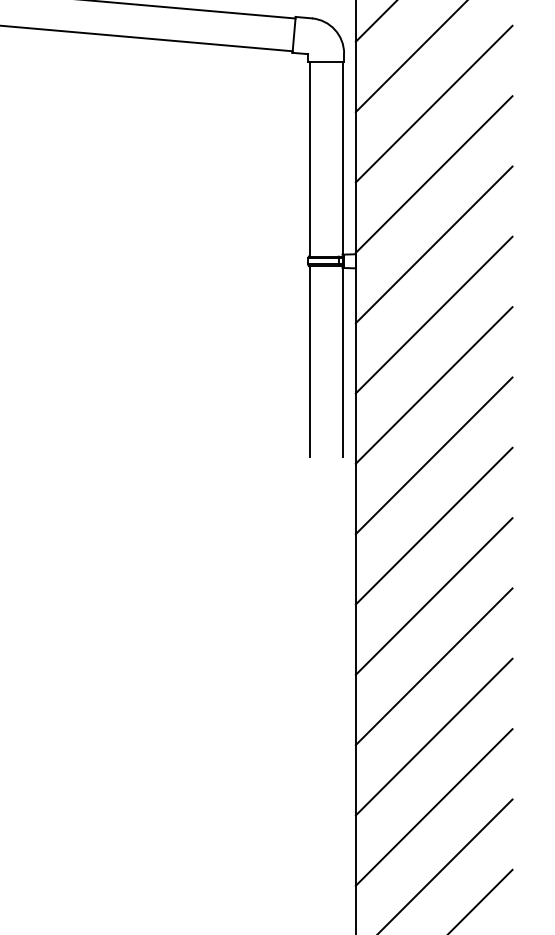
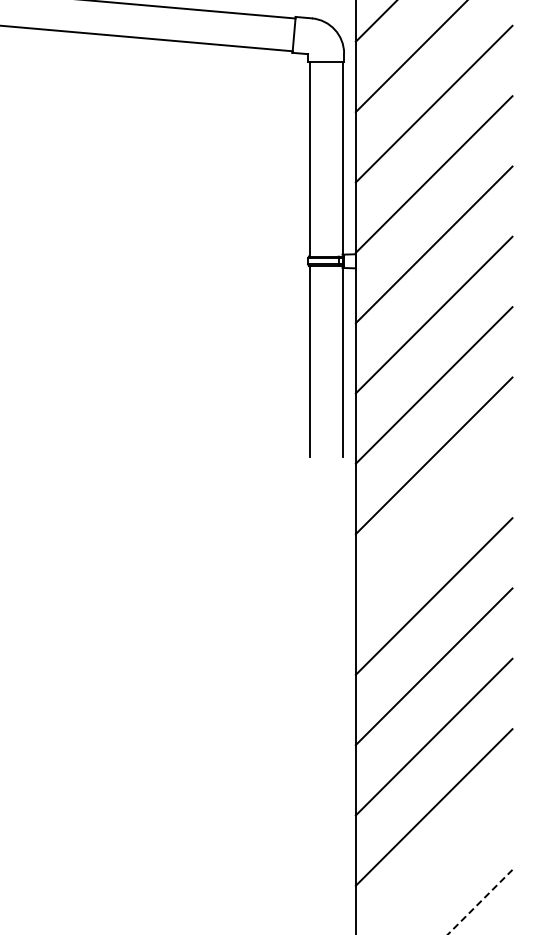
line at (433, 525): present -> none
line at (446, 865): present -> none
line at (480, 902): solid -> dashed
